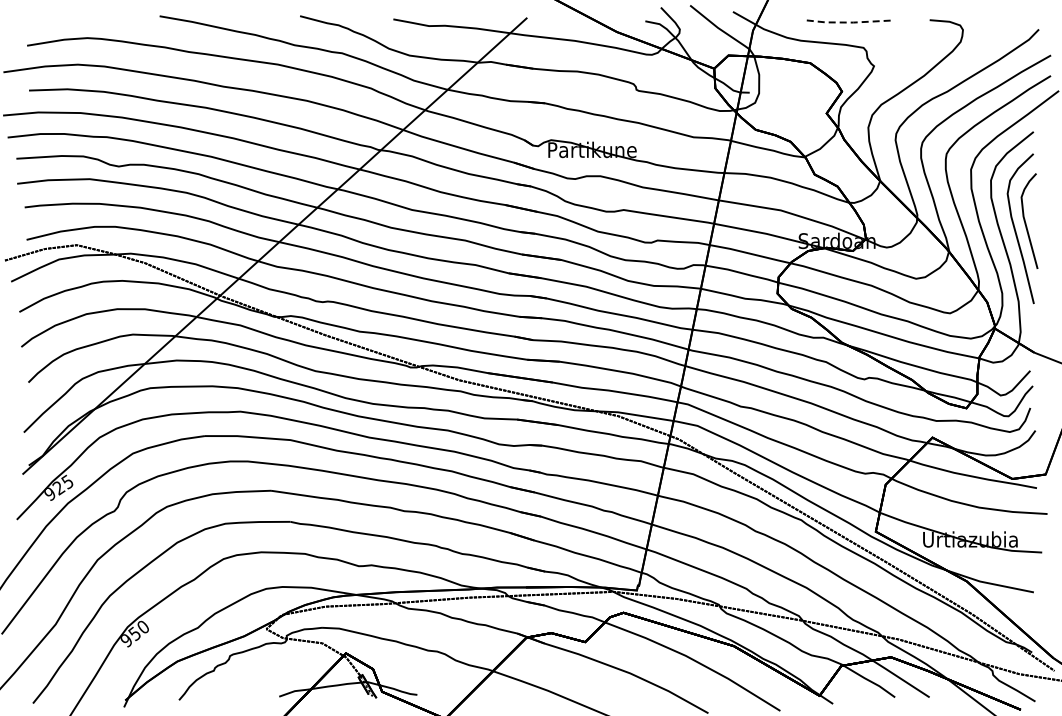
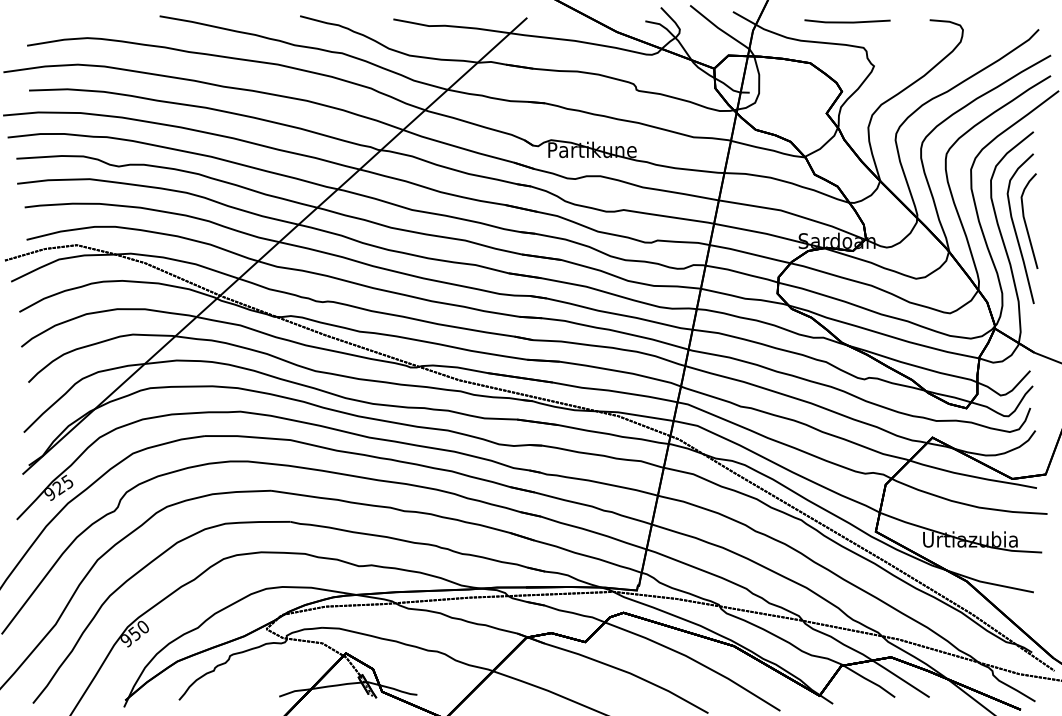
line at (847, 22): dashed -> solid
